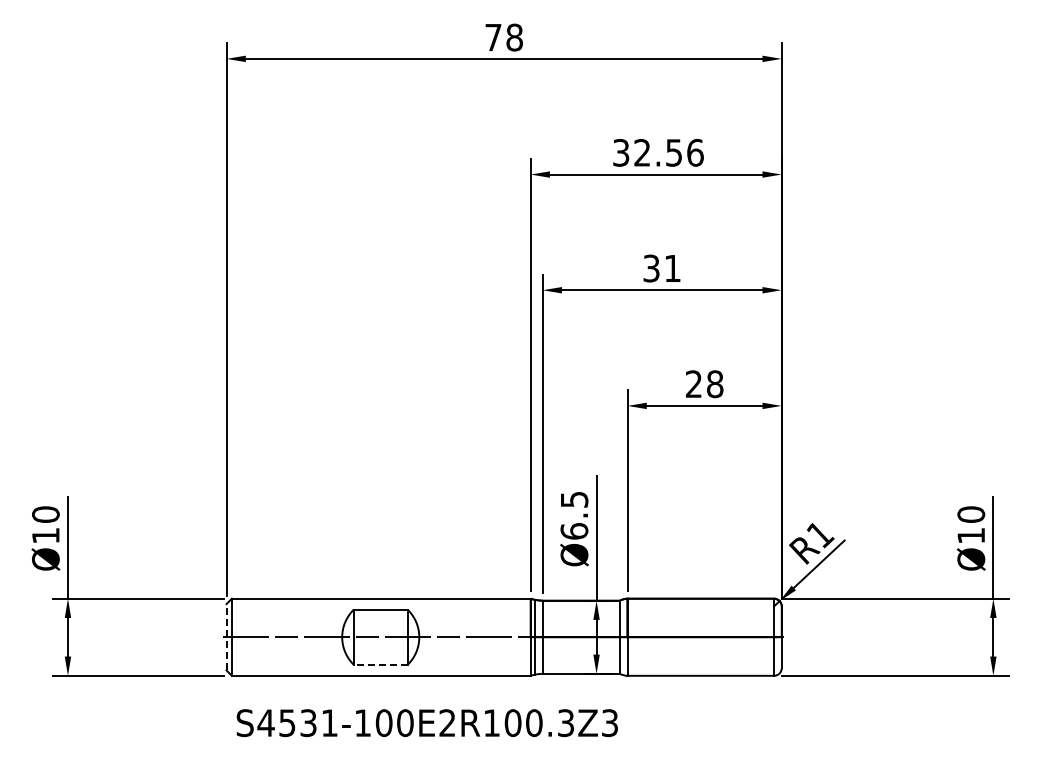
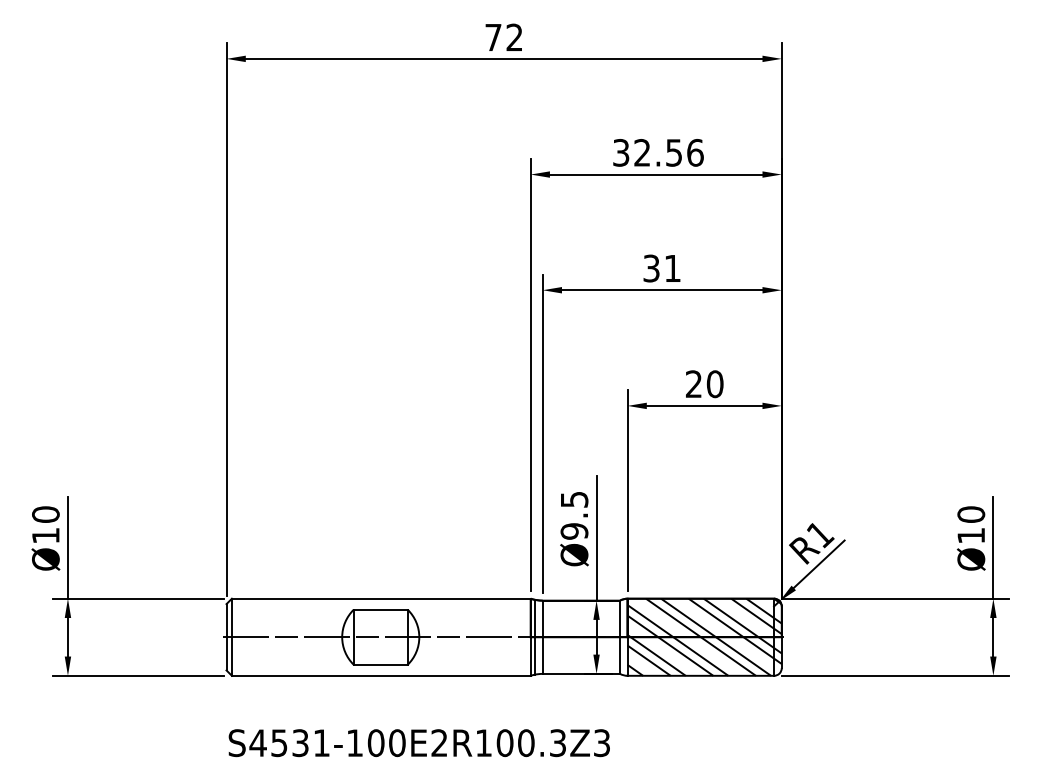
text at (514, 37): 78 -> 72
text at (714, 383): 28 -> 20
text at (574, 531): Ø6.5 -> Ø9.5
line at (226, 636): dashed -> solid
hatch at (704, 636): none -> present
line at (380, 664): dashed -> solid
text at (426, 723) position: (426, 723) -> (418, 743)
